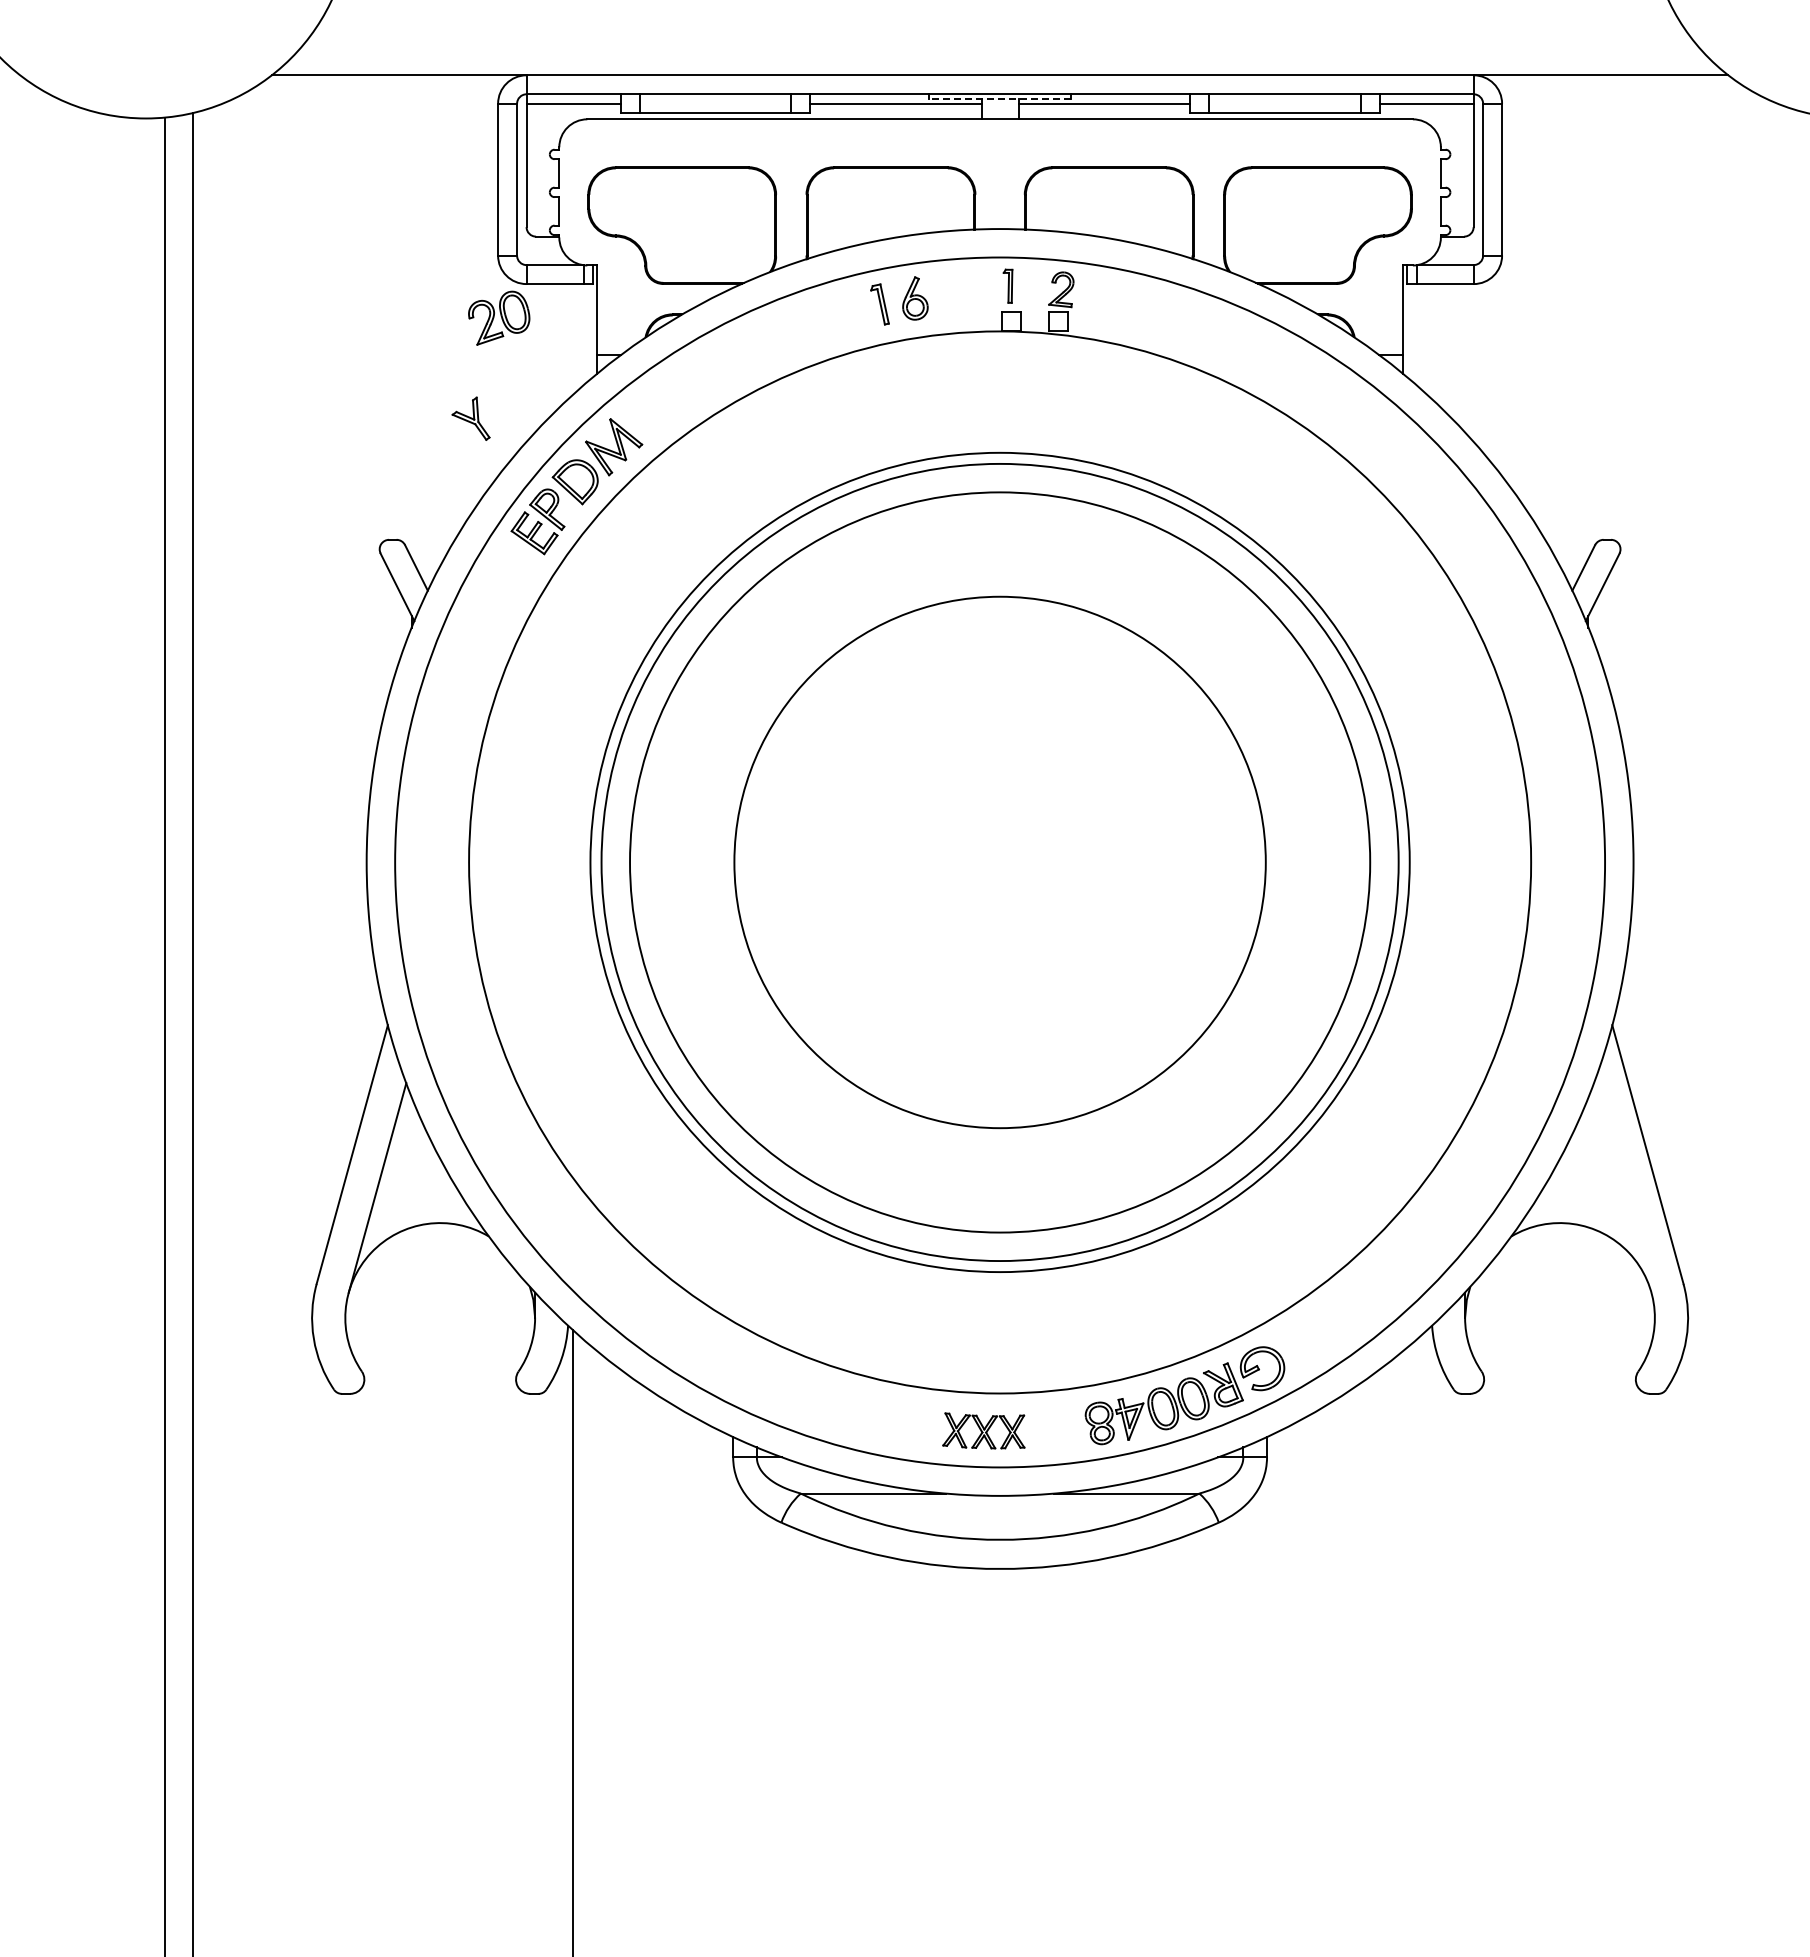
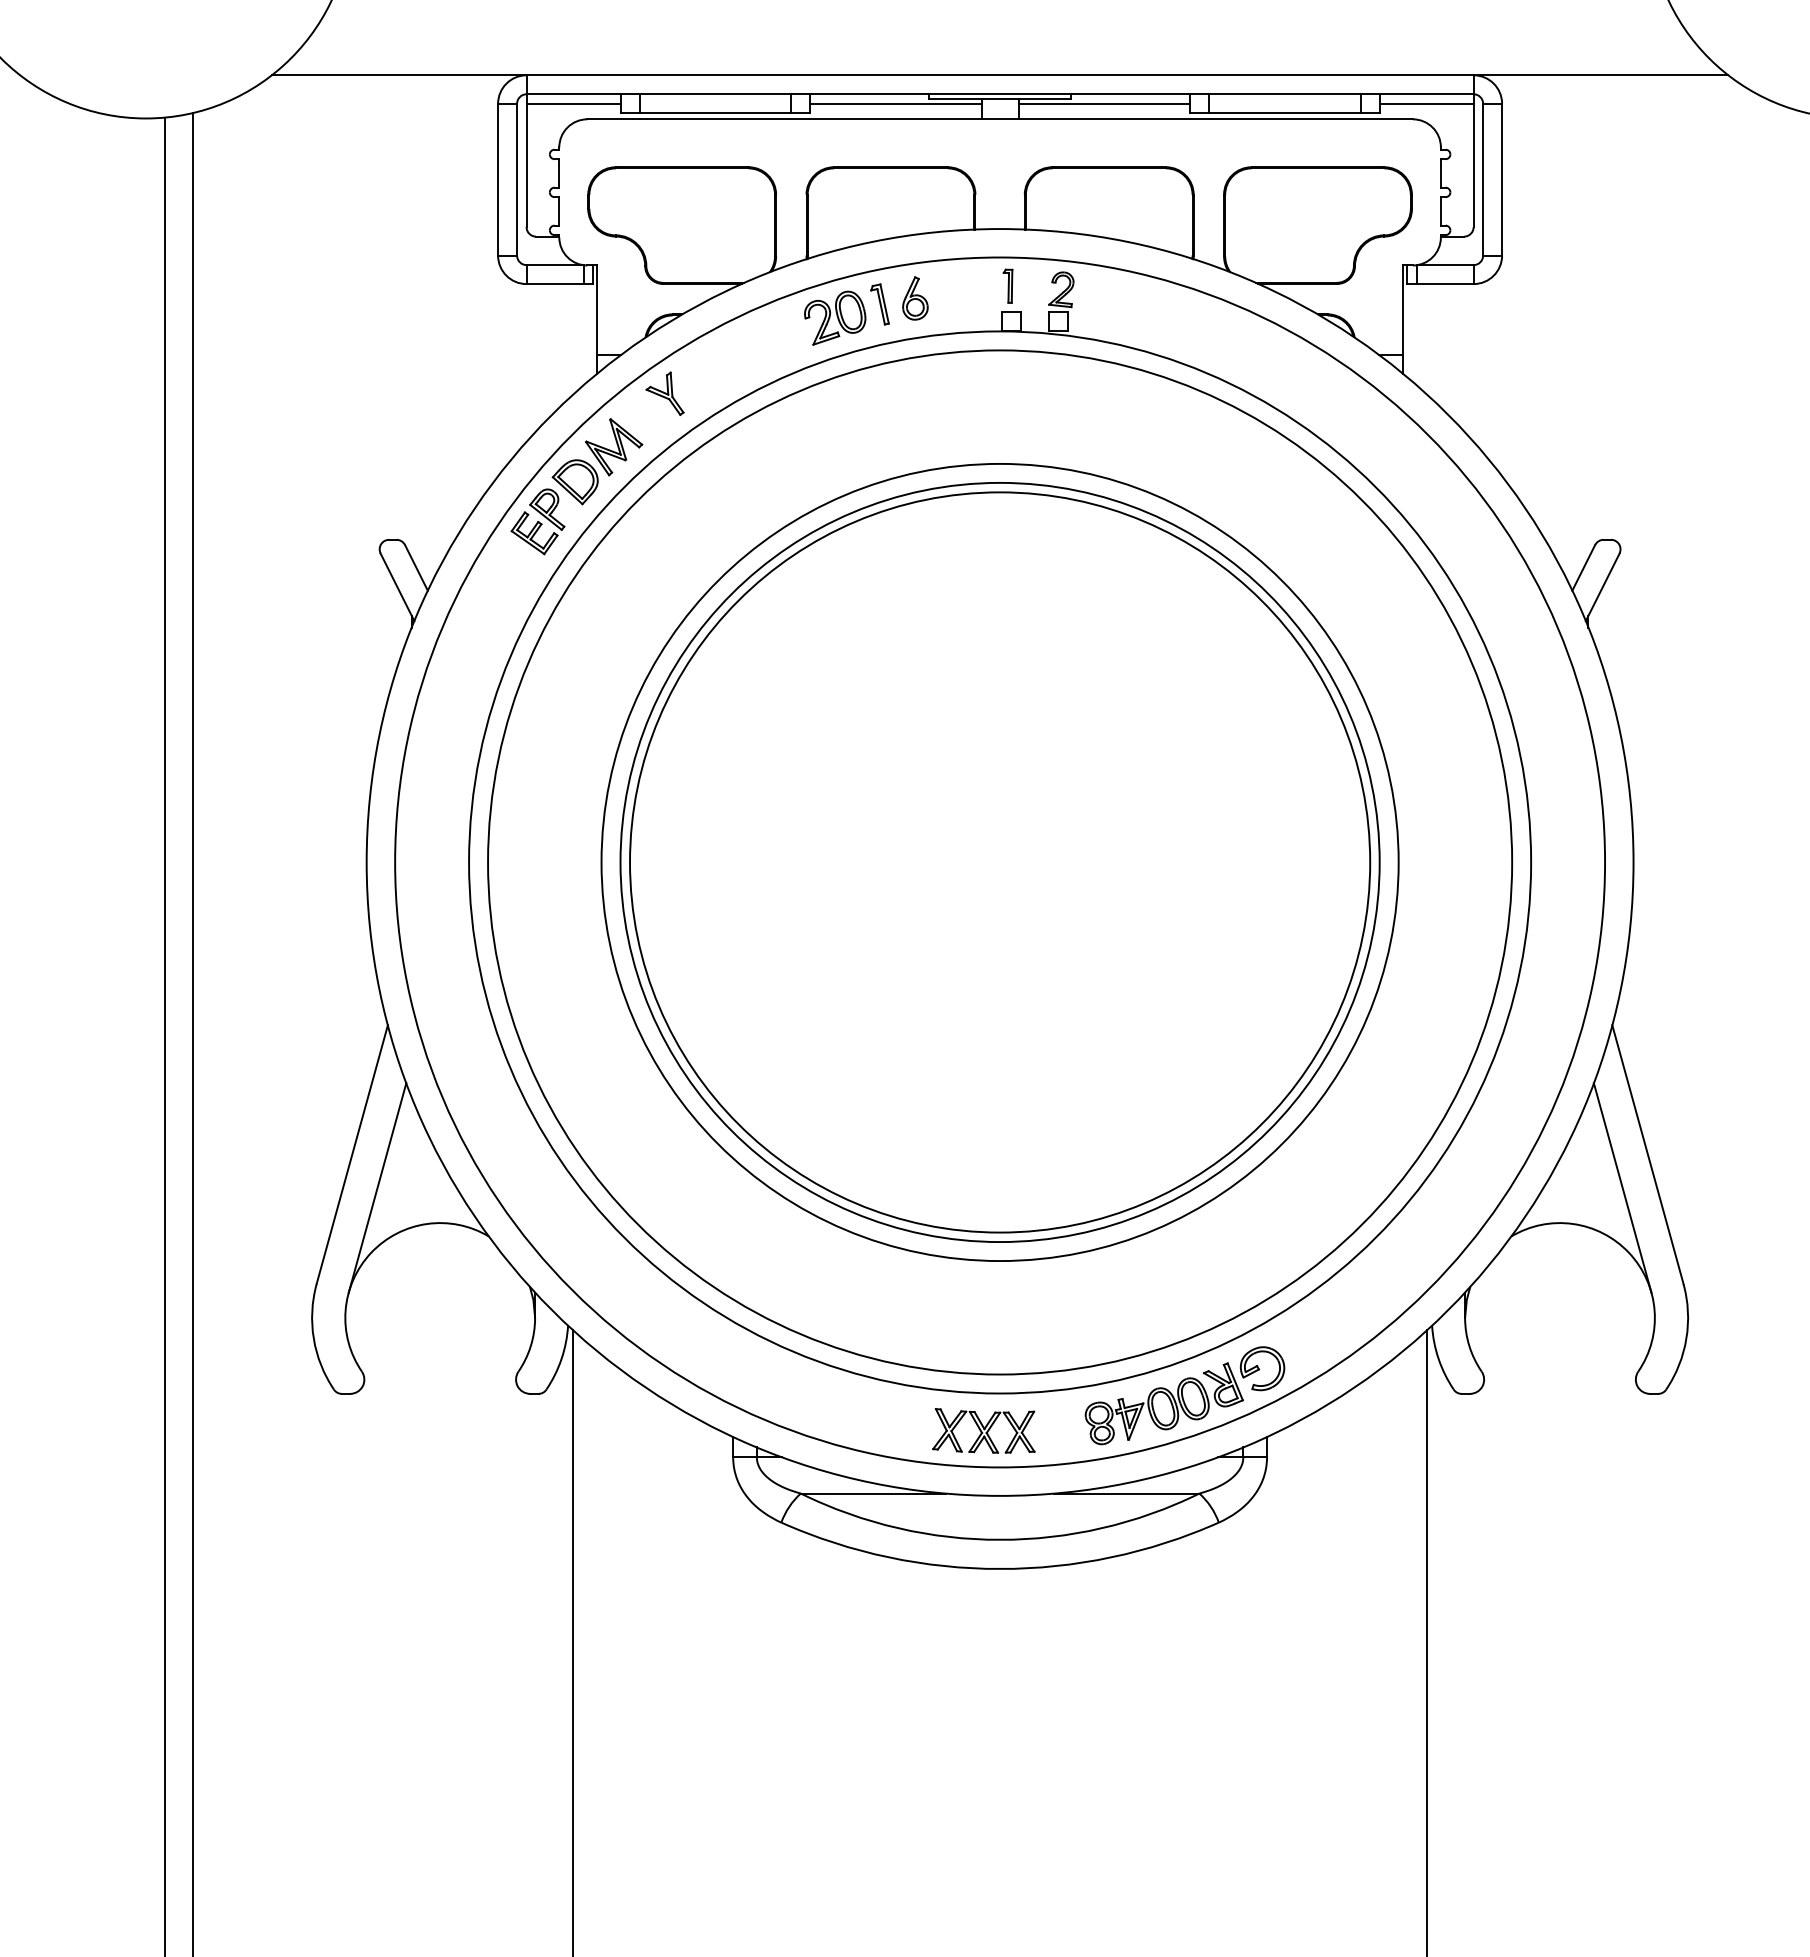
line at (999, 98): dashed -> solid
part at (499, 317) position: (499, 317) -> (835, 317)
part at (470, 418) position: (470, 418) -> (664, 393)
circle at (999, 862) diameter: 531 px -> 759 px
circle at (999, 862) diameter: 819 px -> 1024 px
line at (1622, 1187): none -> present
part at (983, 1430) size: 84x38 px -> 104x46 px
line at (1427, 1641): none -> present
